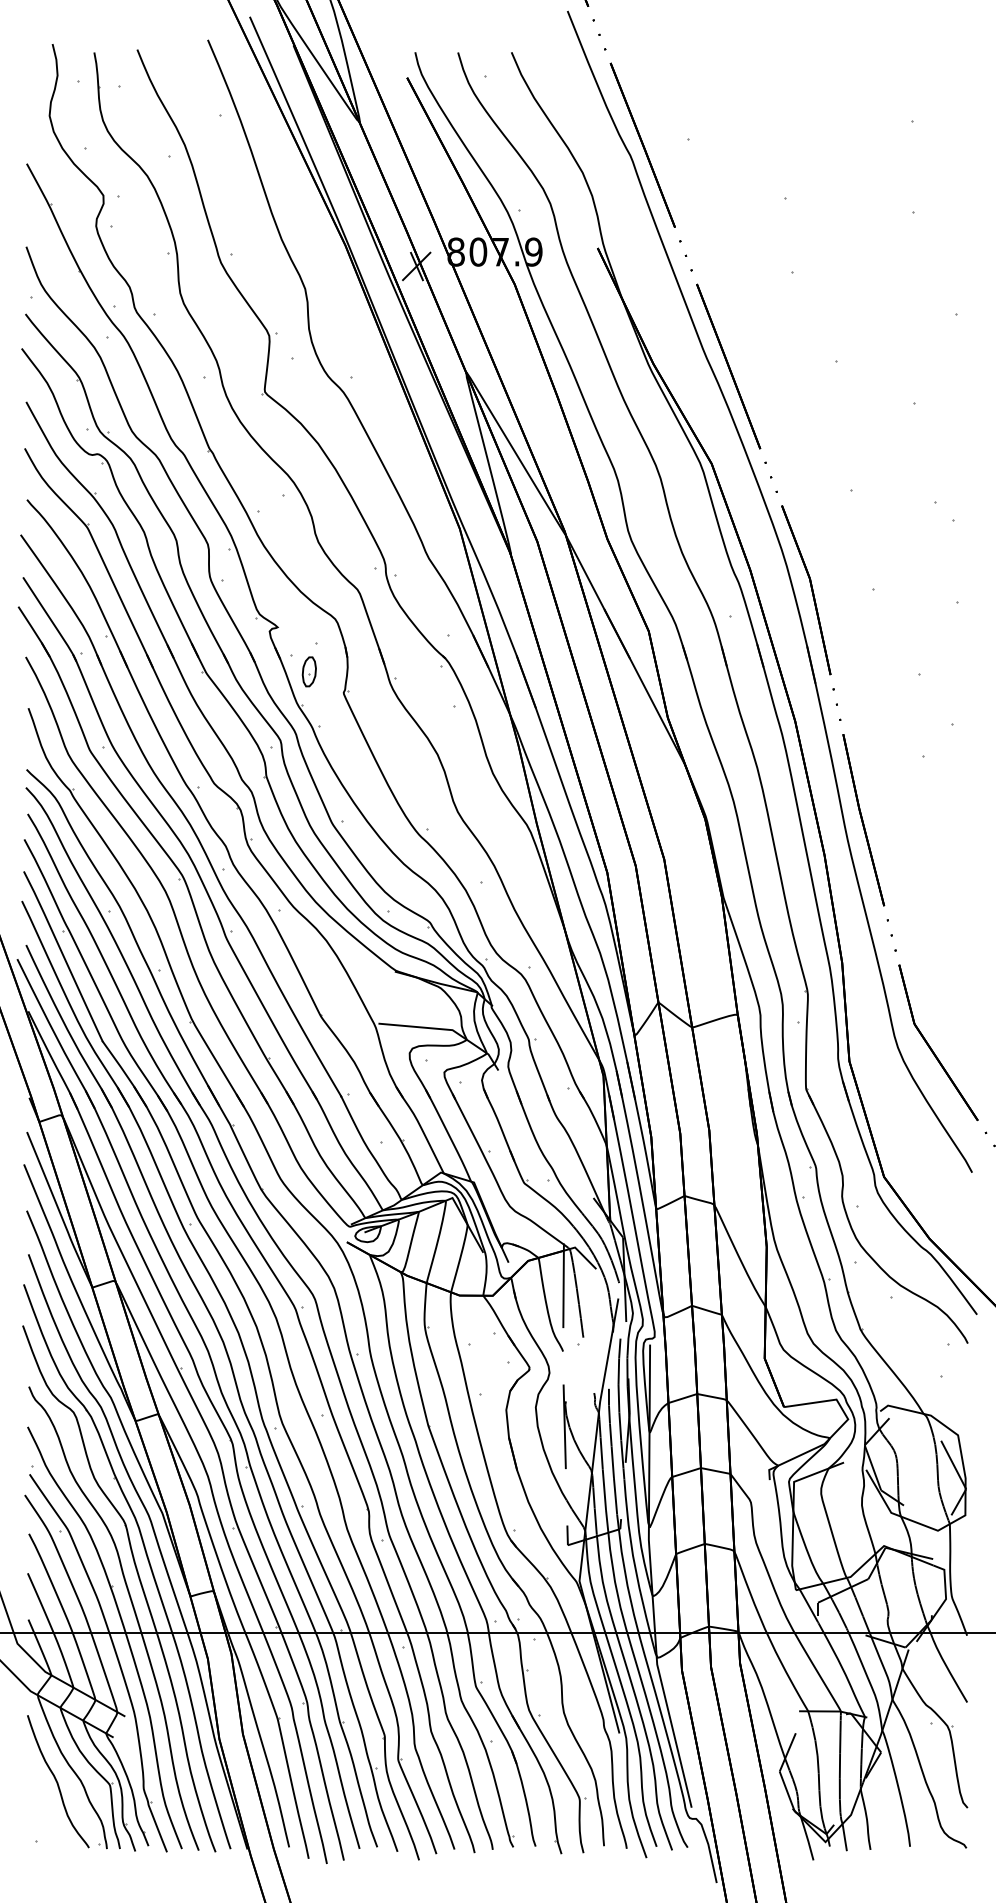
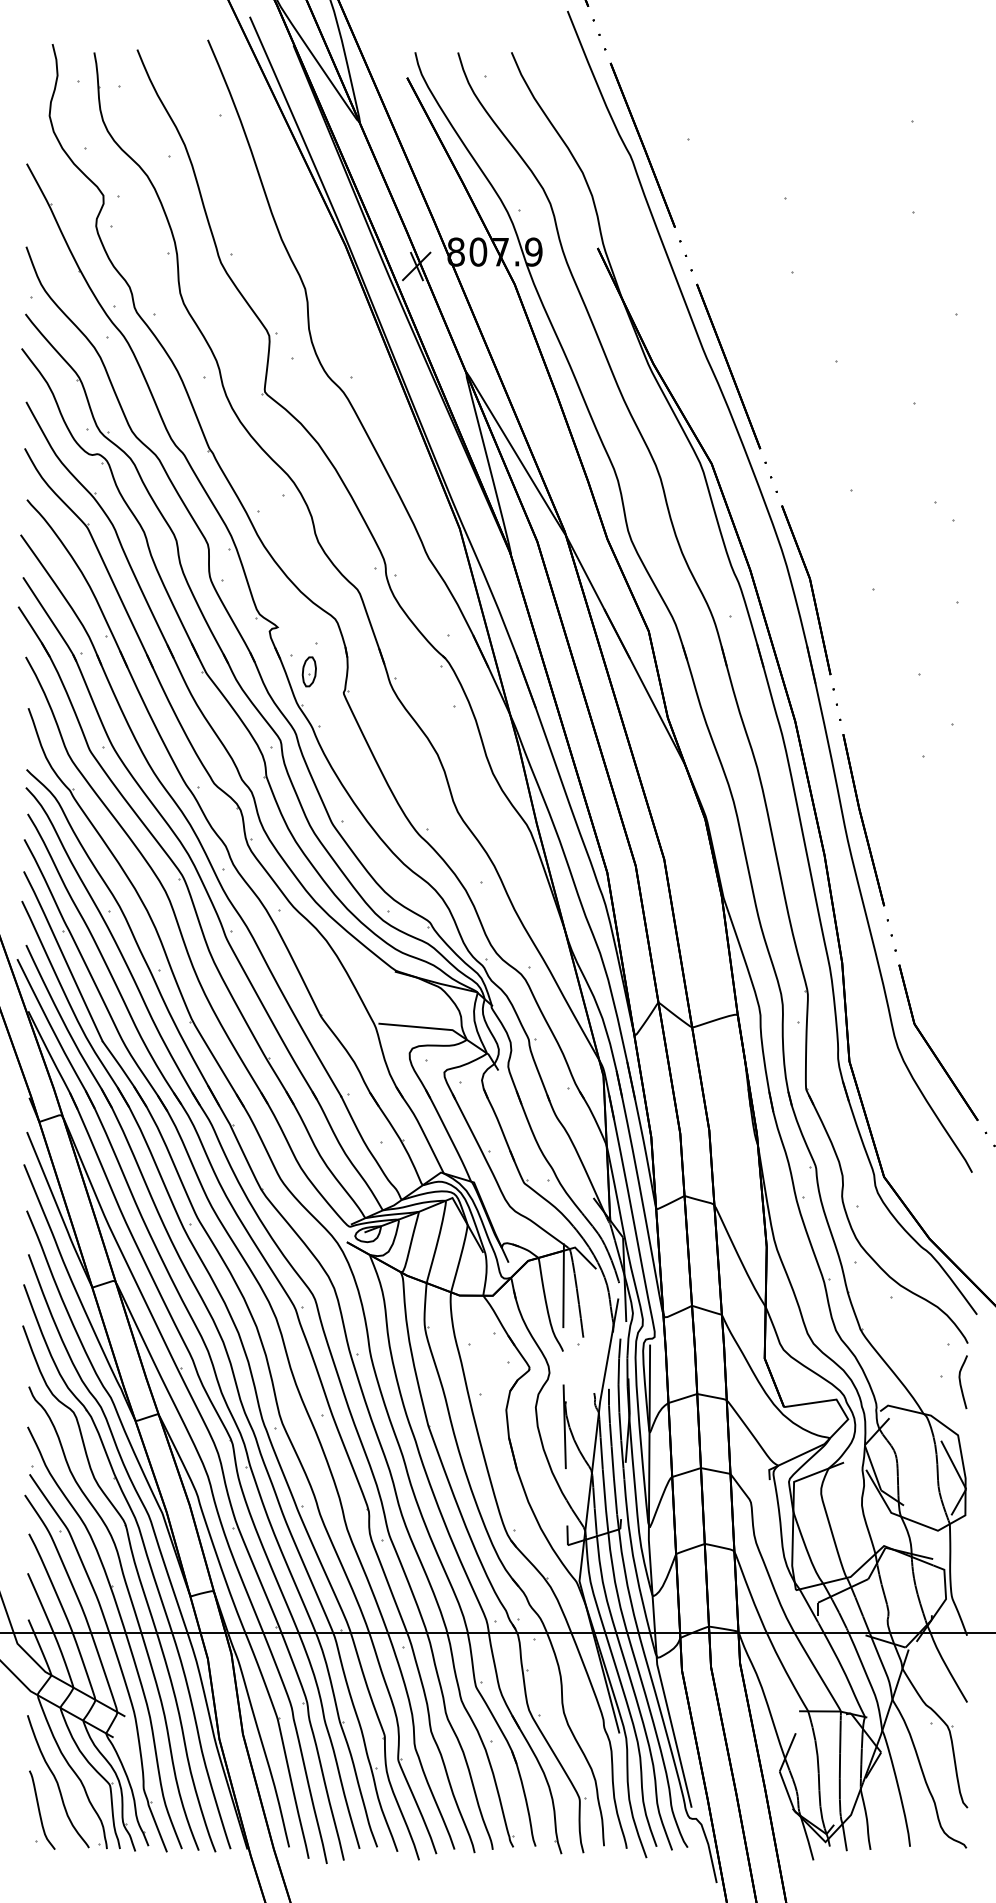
curve at (961, 1382): none -> present
curve at (40, 1810): none -> present
